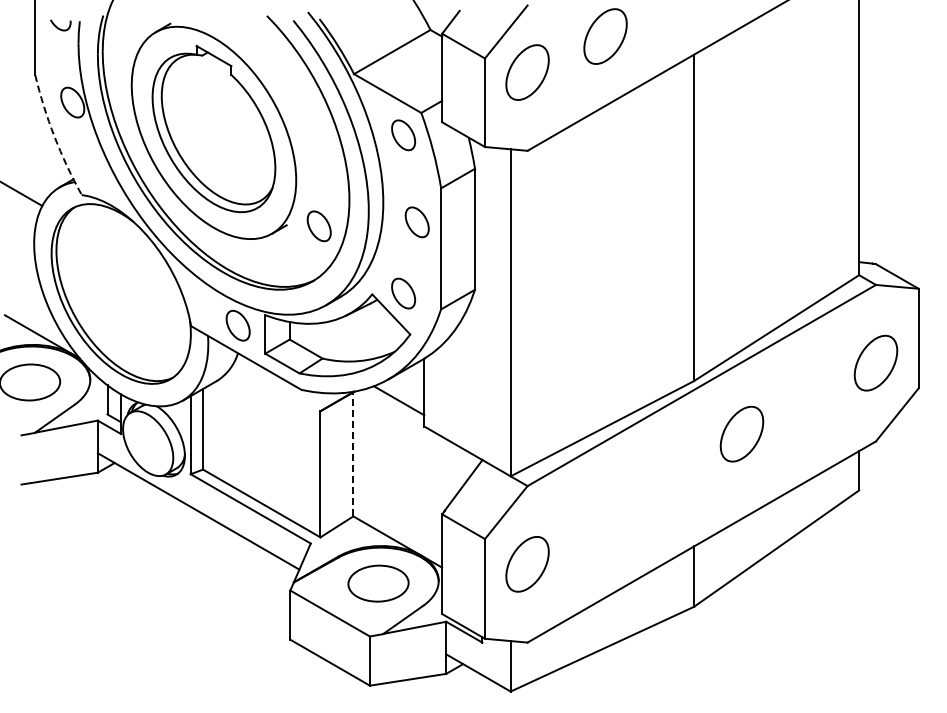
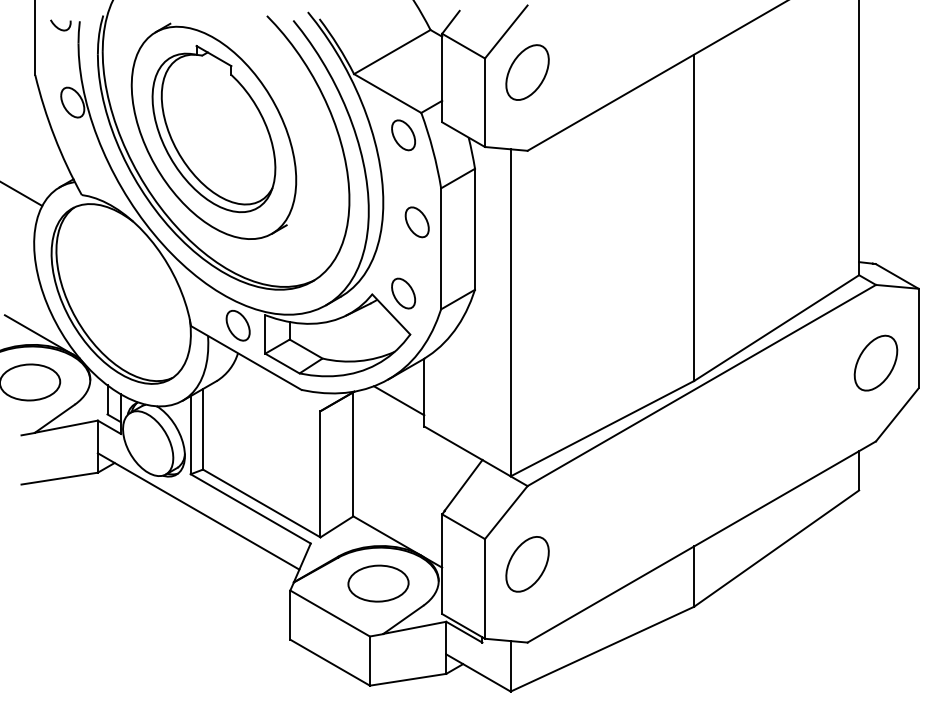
part at (605, 36): present -> none
arc at (54, 136): dashed -> solid
part at (318, 226): present -> none
part at (741, 433): present -> none
line at (353, 453): dashed -> solid
